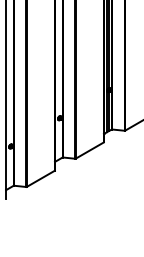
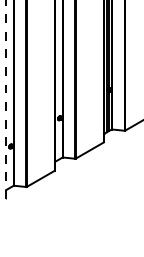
line at (6, 99): solid -> dashed
